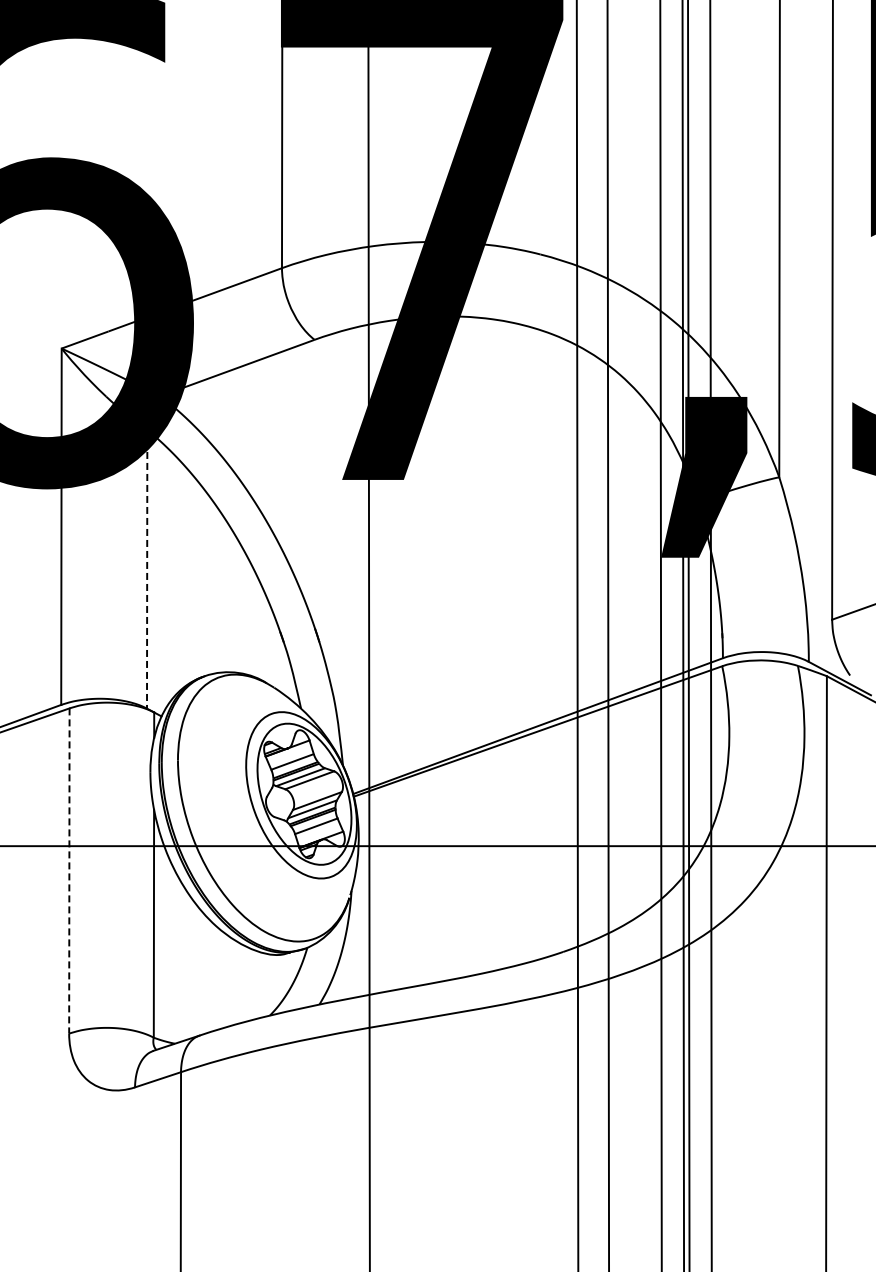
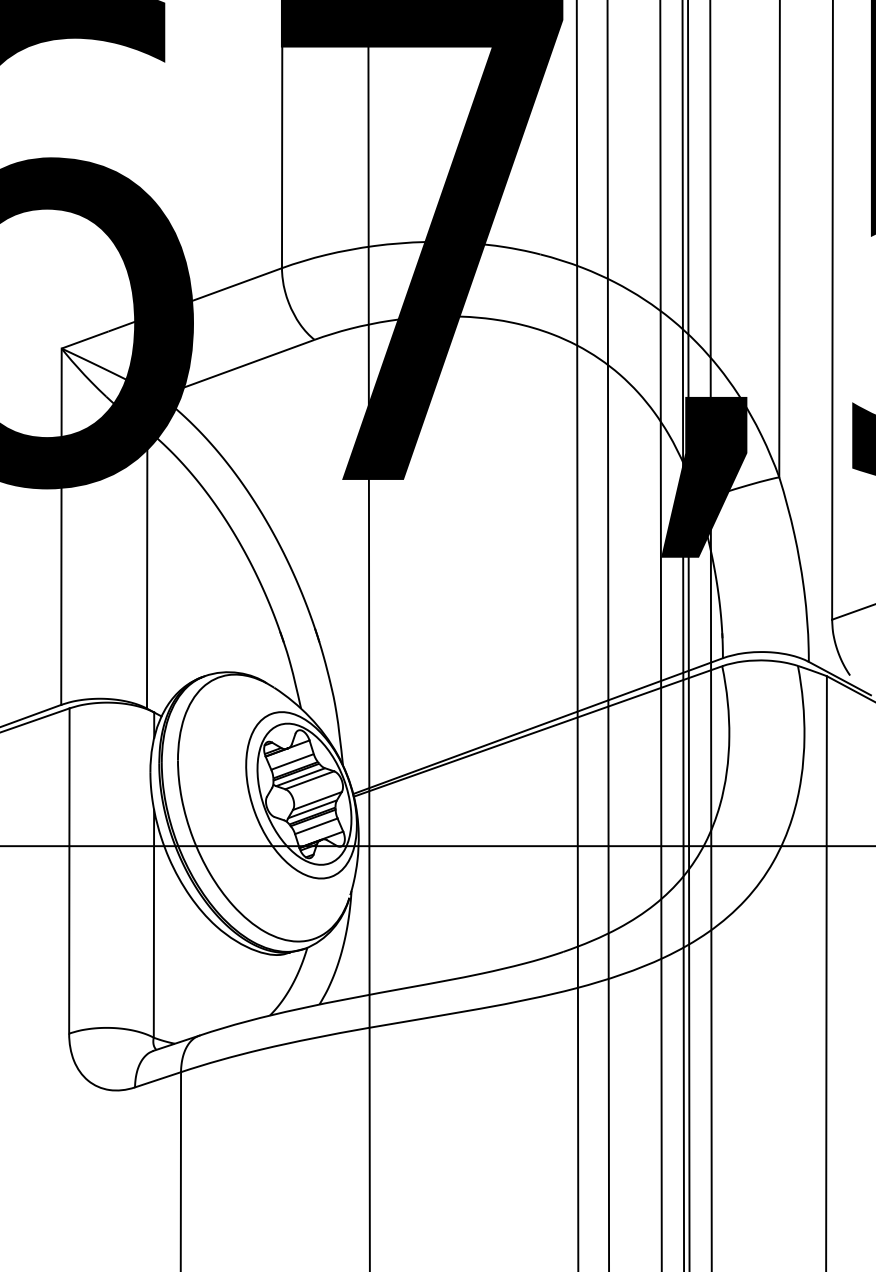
line at (147, 569): dashed -> solid
line at (69, 871): dashed -> solid
